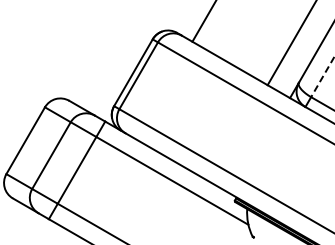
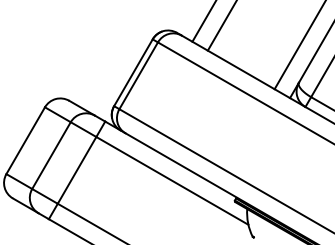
line at (221, 26): none -> present
line at (291, 43) position: (291, 43) -> (299, 45)
line at (322, 77): dashed -> solid
